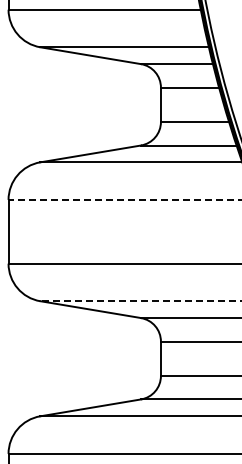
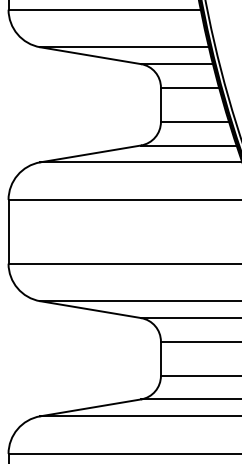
line at (124, 199): dashed -> solid
line at (141, 301): dashed -> solid
